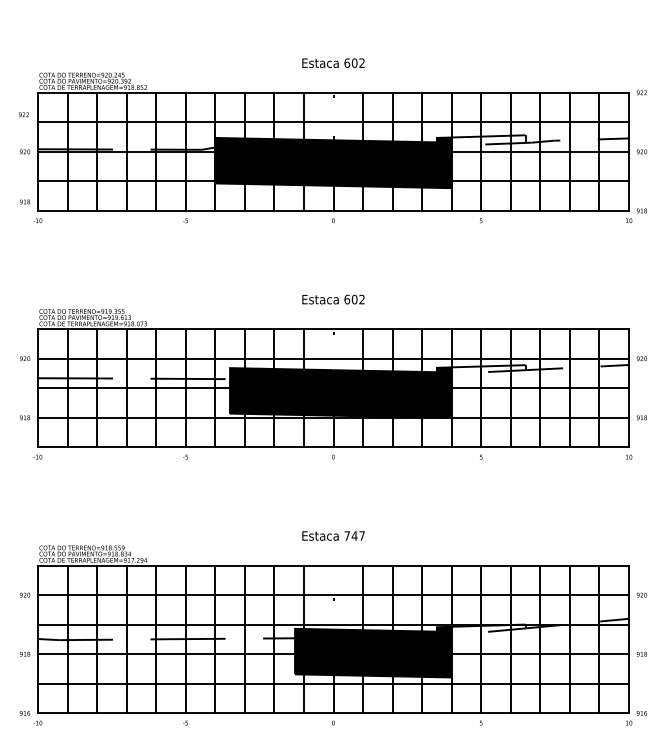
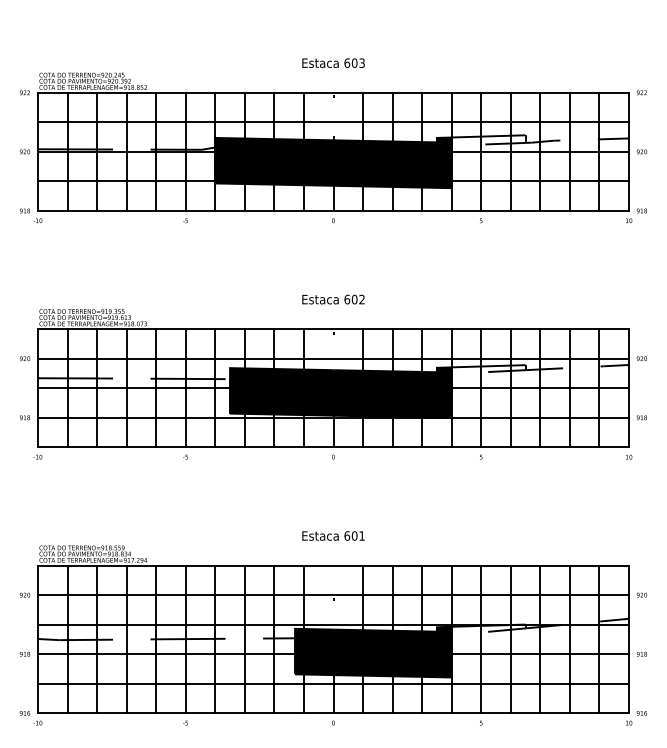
text at (361, 62): 602 -> 603
text at (23, 114) position: (23, 114) -> (24, 92)
text at (24, 201) position: (24, 201) -> (24, 210)
text at (354, 535): 747 -> 601
